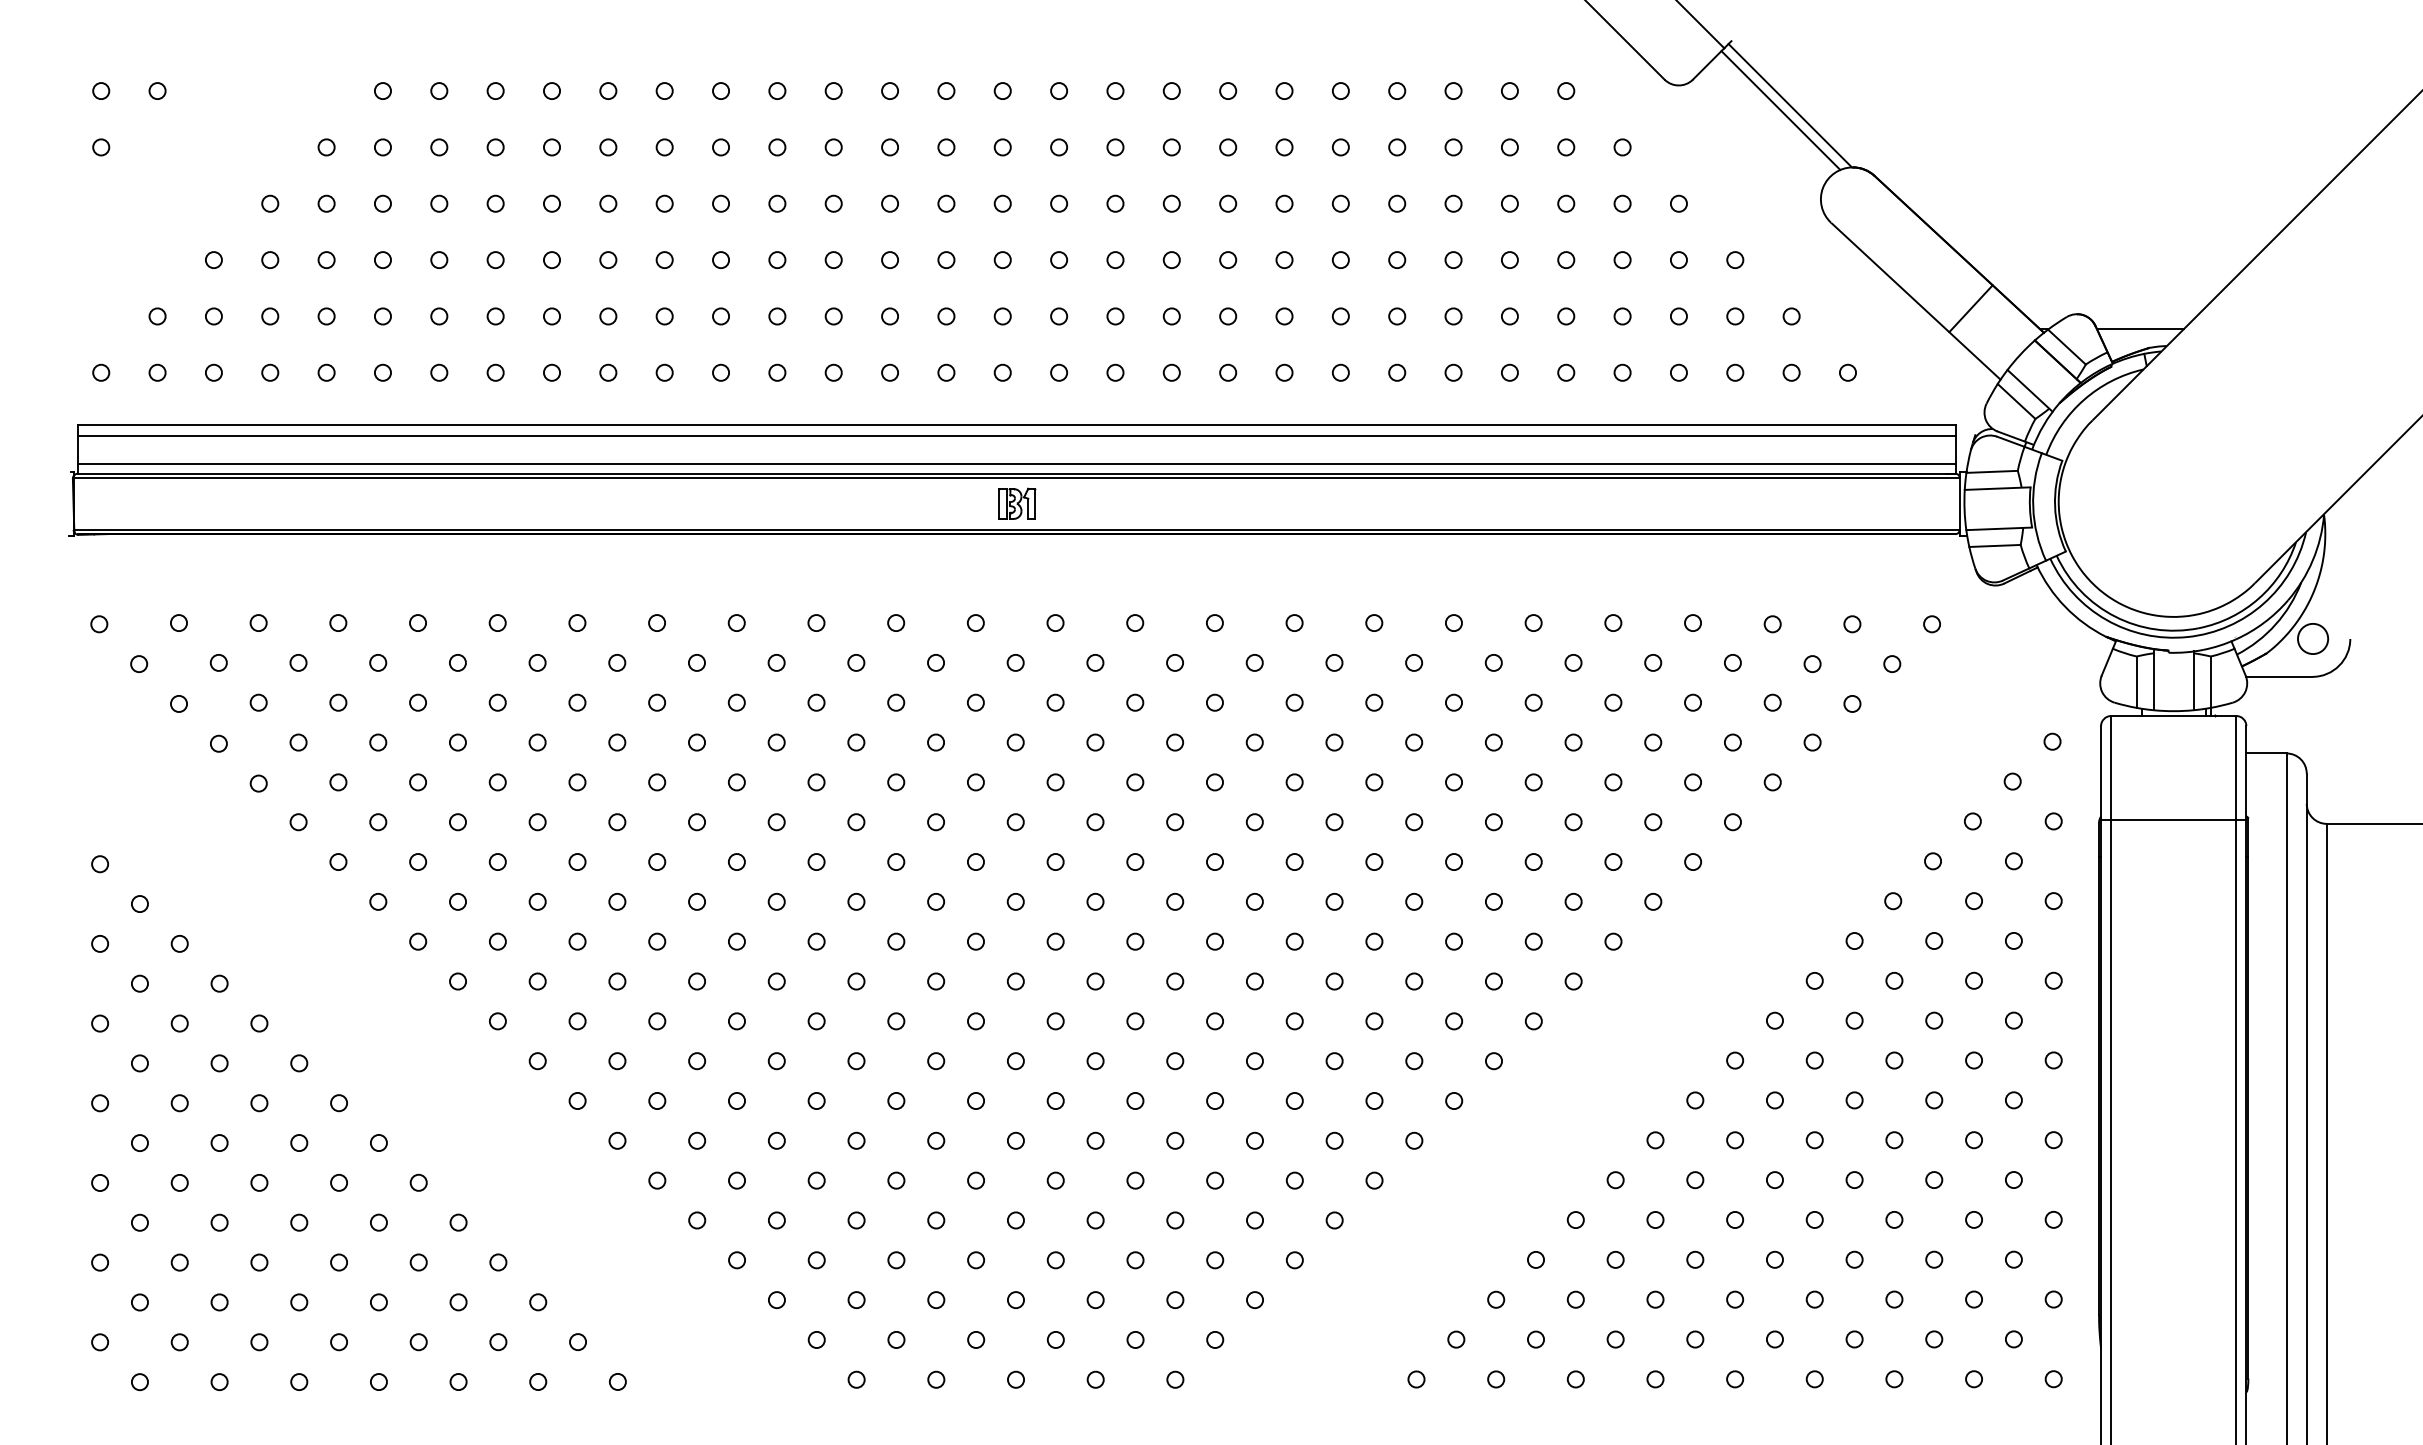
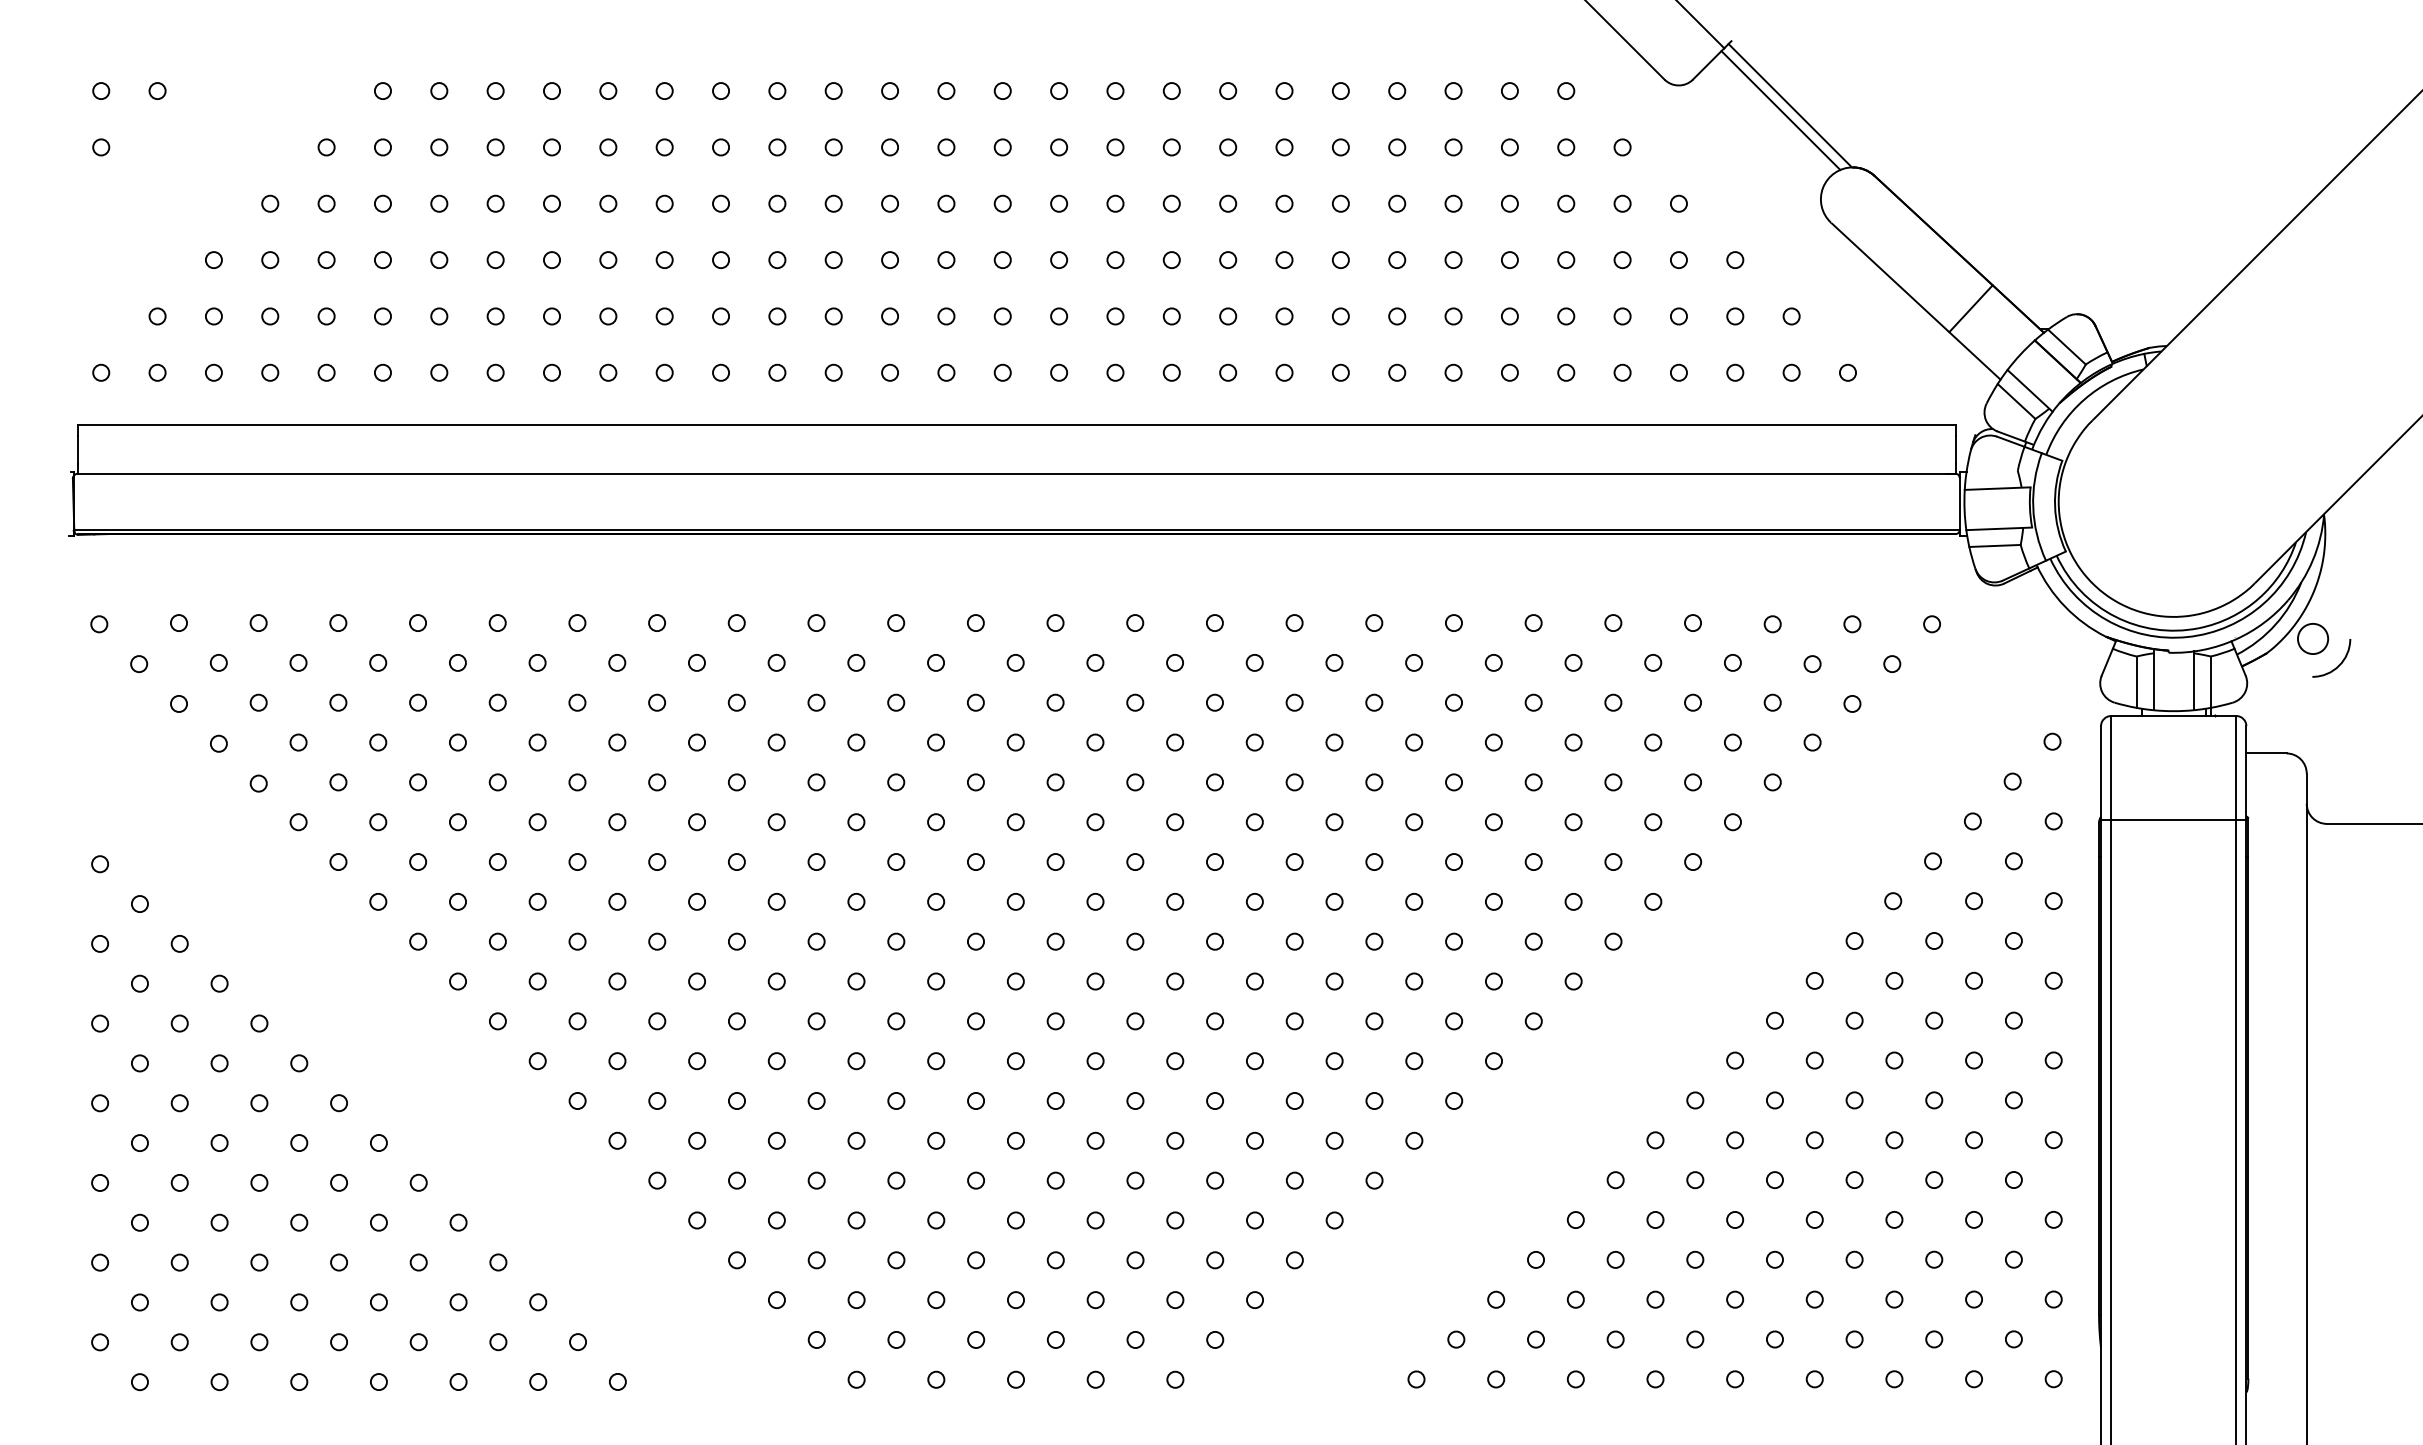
line at (2140, 329): present -> none
line at (1016, 435): present -> none
line at (1016, 463): present -> none
line at (1991, 471): present -> none
line at (1016, 477): present -> none
part at (1017, 503): present -> none
line at (2279, 676): present -> none
line at (2286, 1097): present -> none
line at (2326, 1132): present -> none
